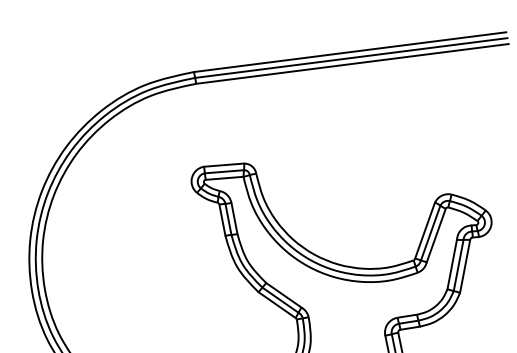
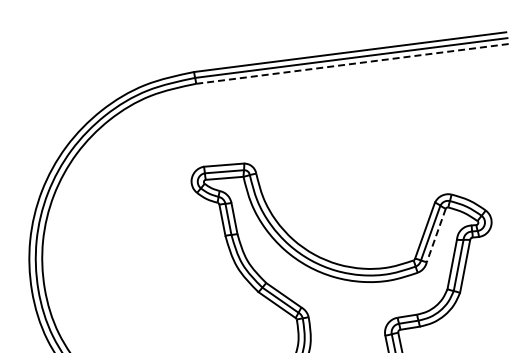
line at (352, 63): solid -> dashed
line at (436, 235): solid -> dashed
